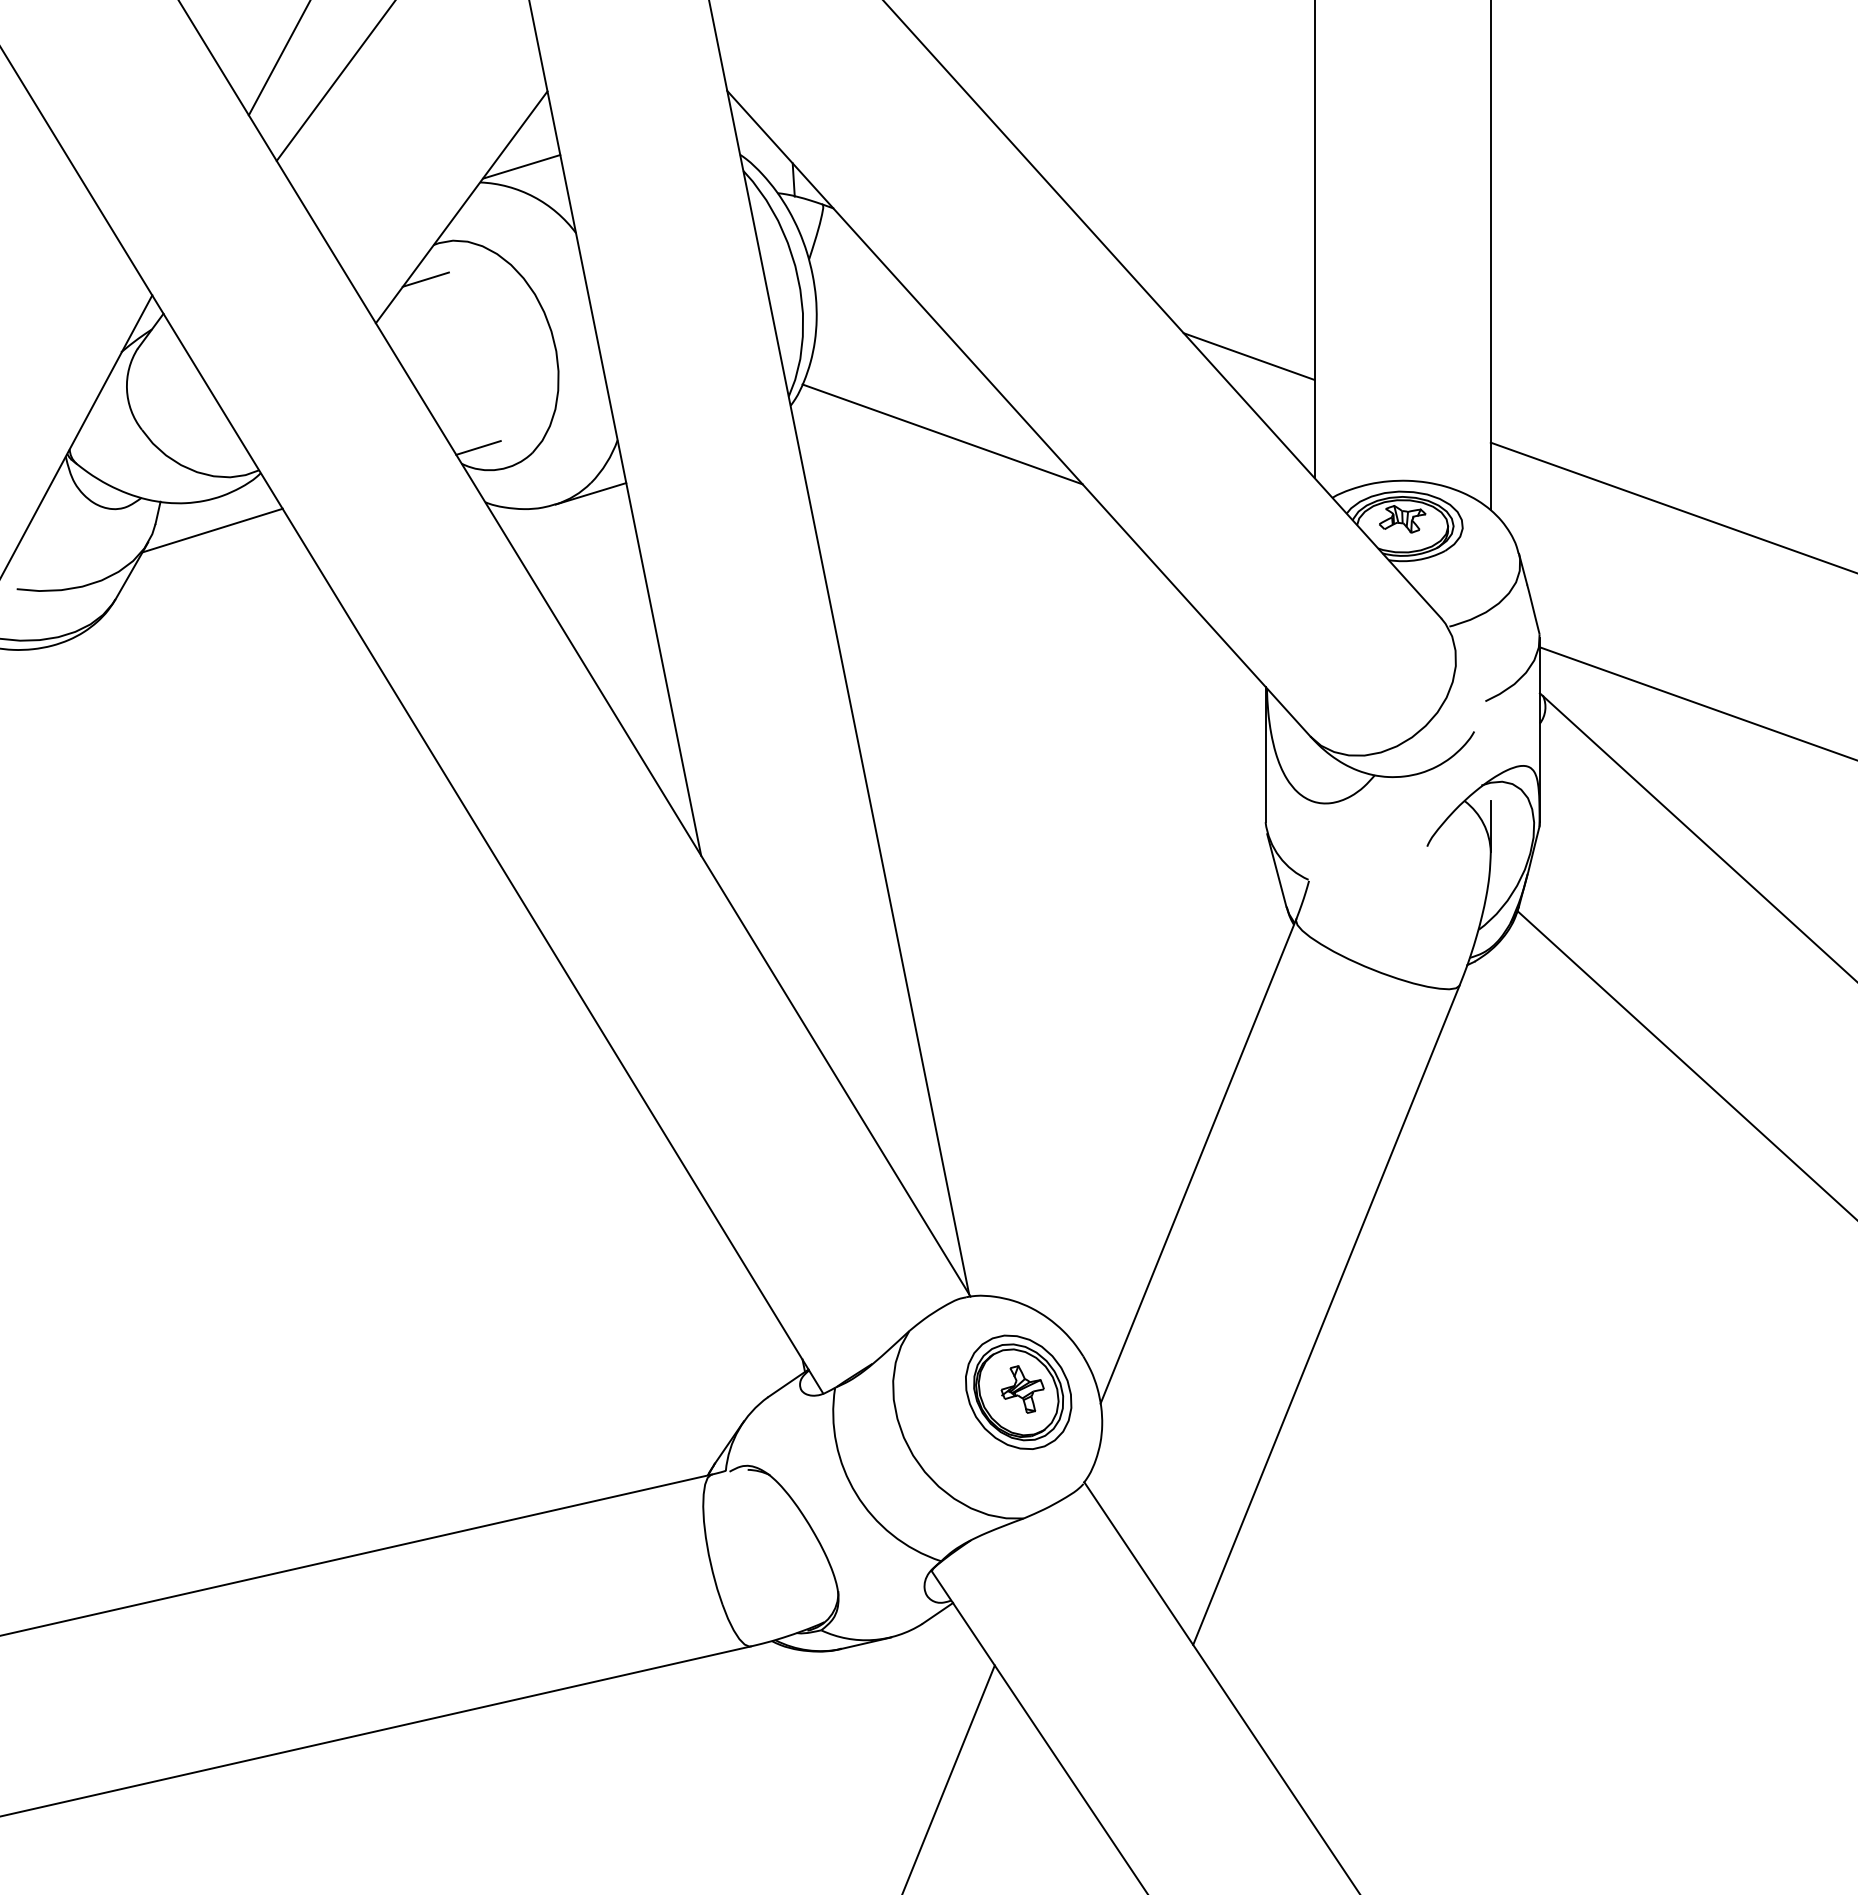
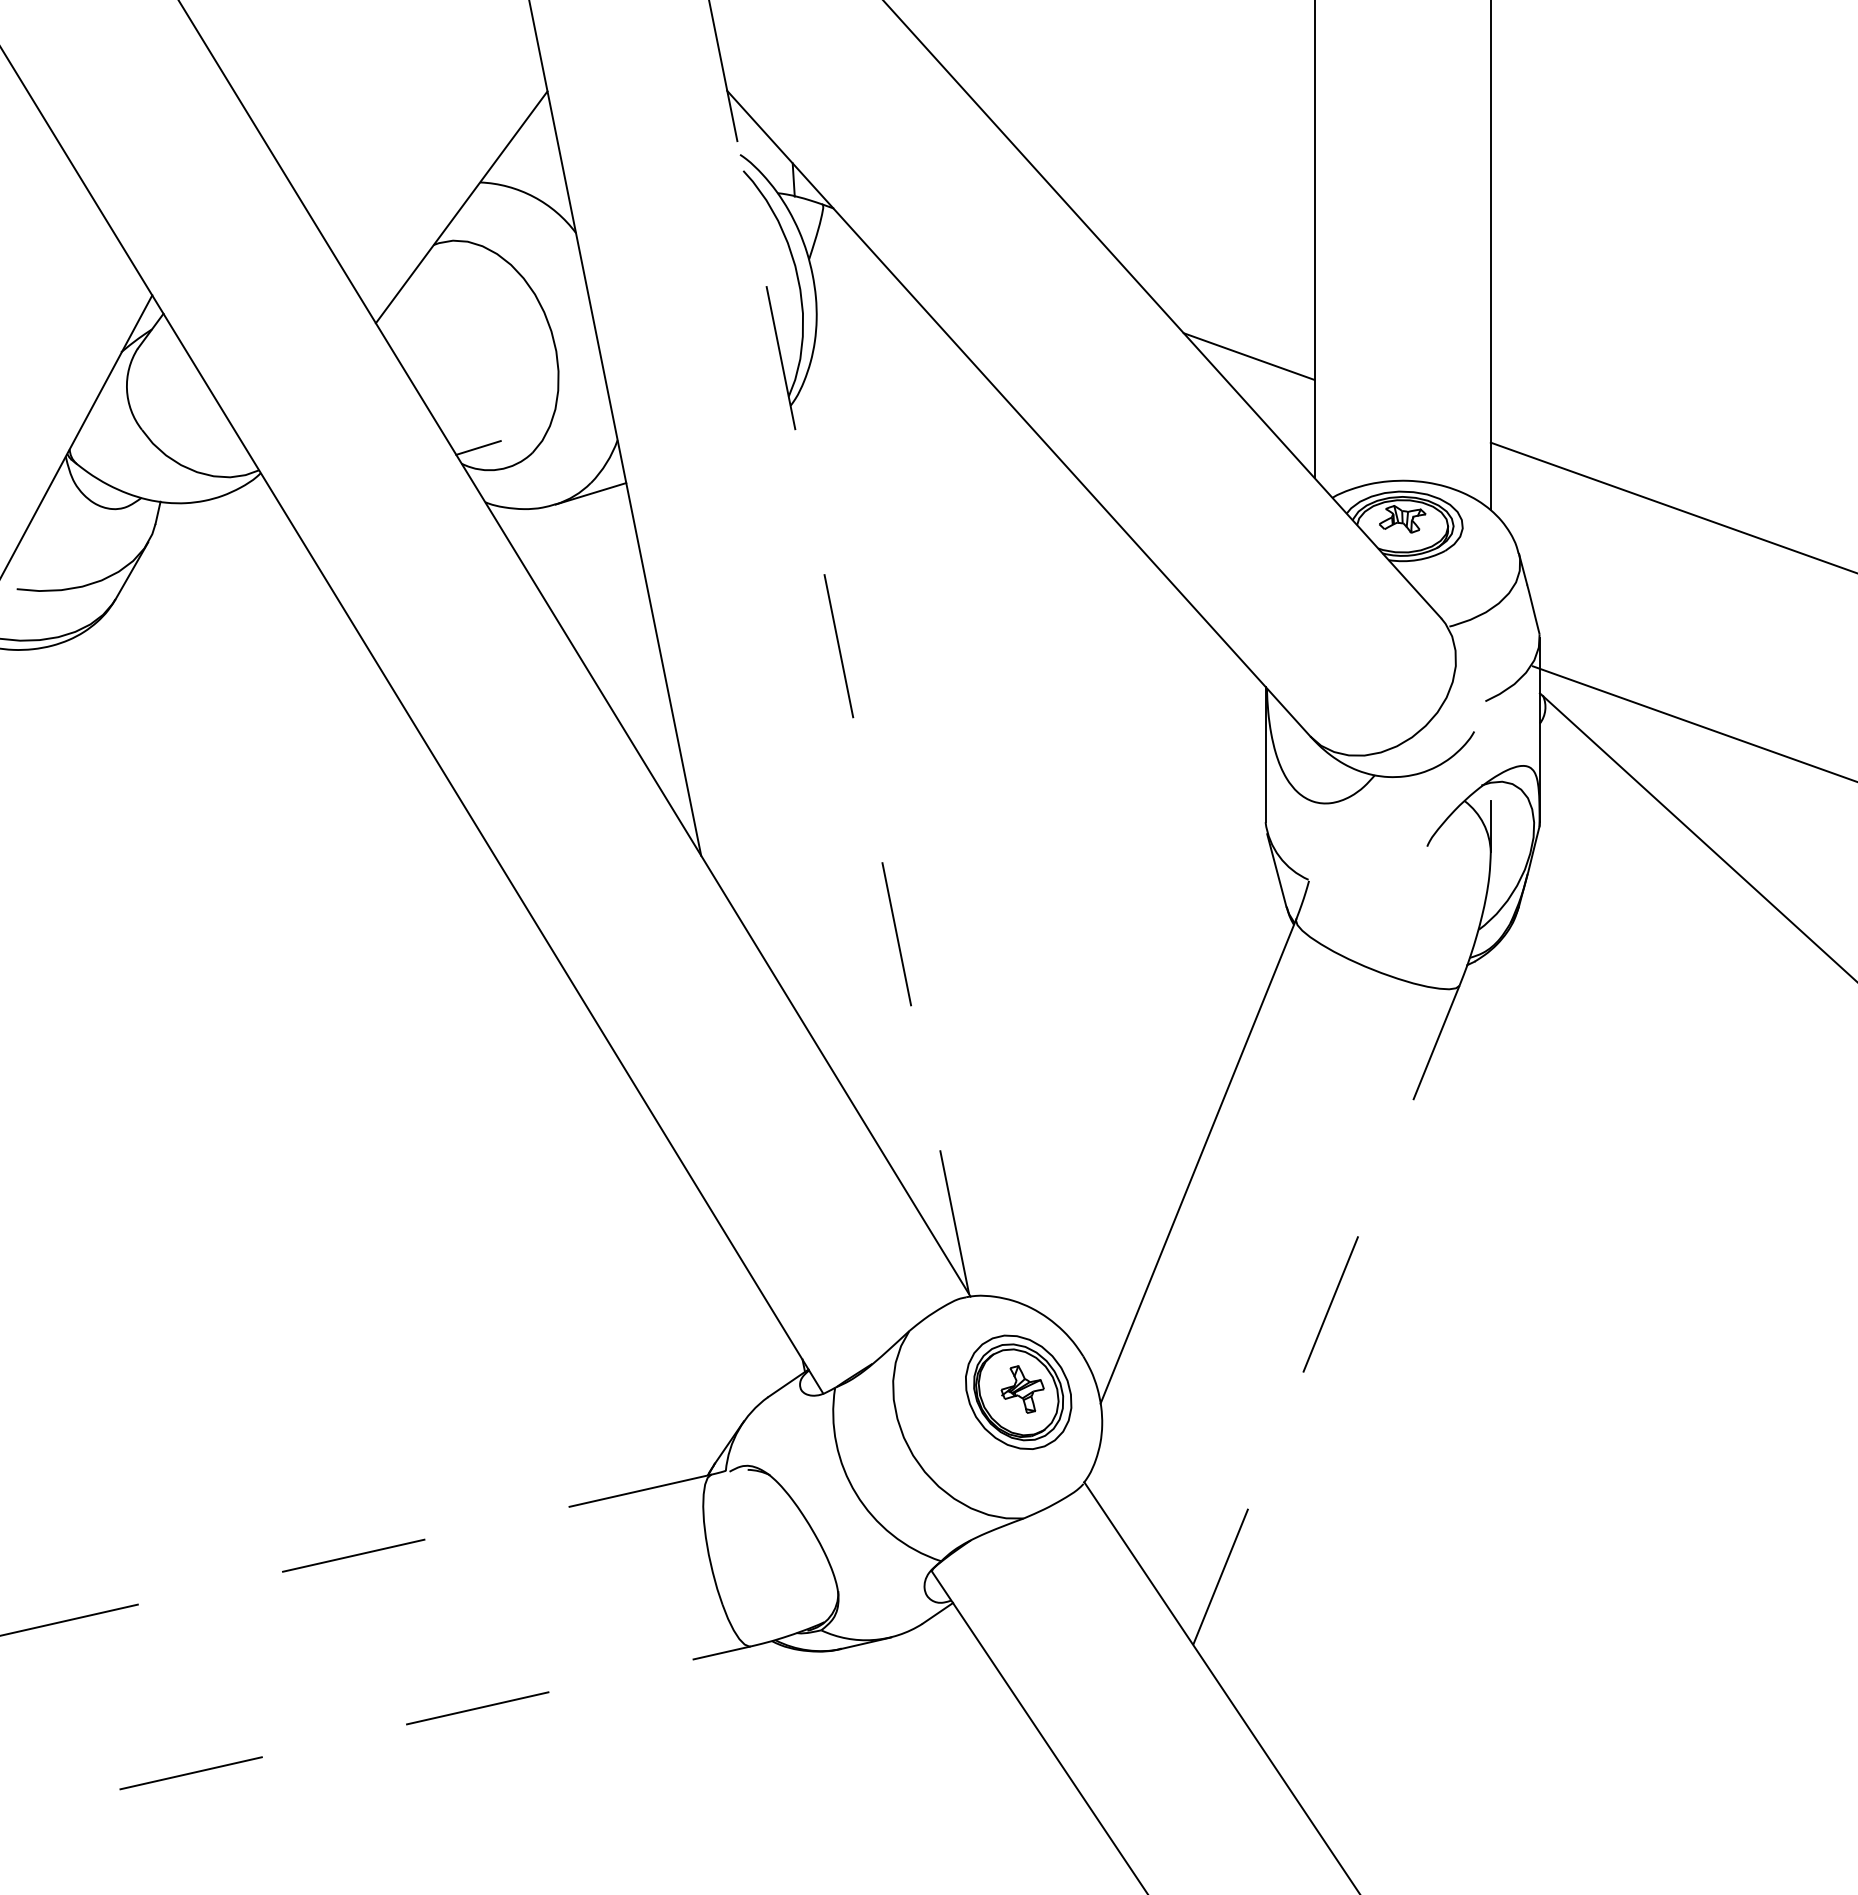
line at (278, 58): present -> none
line at (335, 81): present -> none
line at (521, 166): present -> none
line at (425, 279): present -> none
line at (942, 434): present -> none
line at (212, 530): present -> none
line at (839, 647): solid -> dashed
line at (1696, 703) position: (1696, 703) -> (1693, 723)
line at (1685, 1064): present -> none
line at (1326, 1315): solid -> dashed
line at (355, 1555): solid -> dashed
line at (375, 1731): solid -> dashed
line at (948, 1778): present -> none
